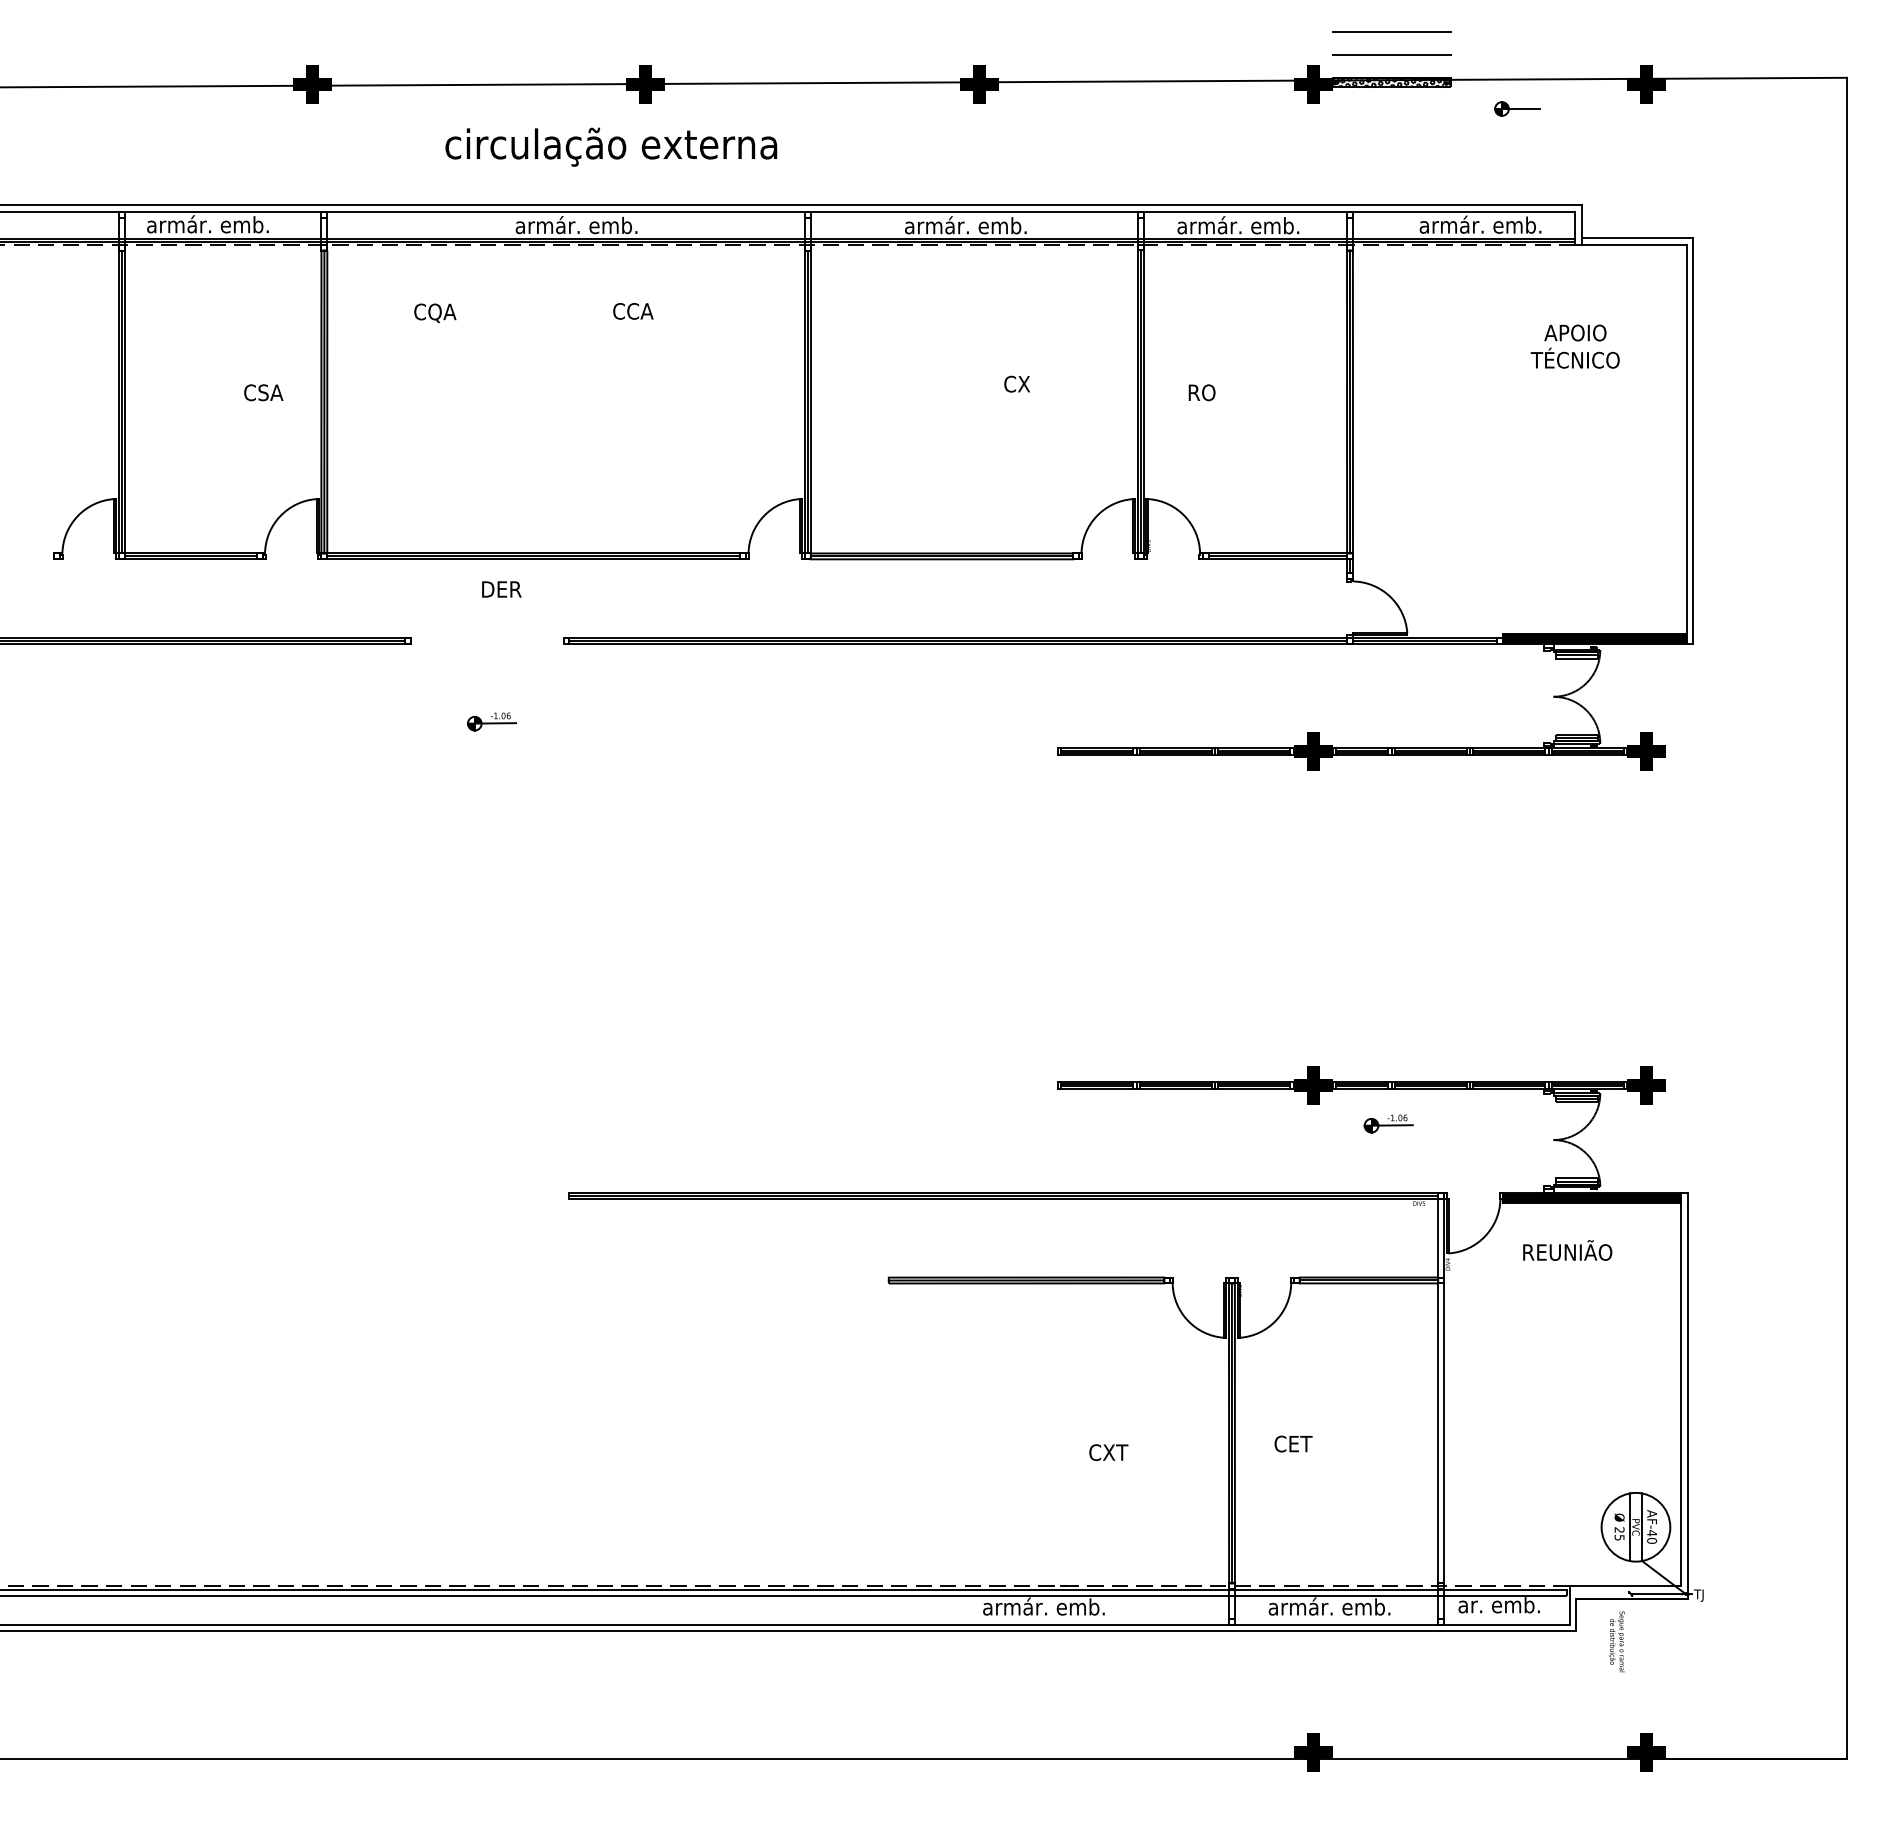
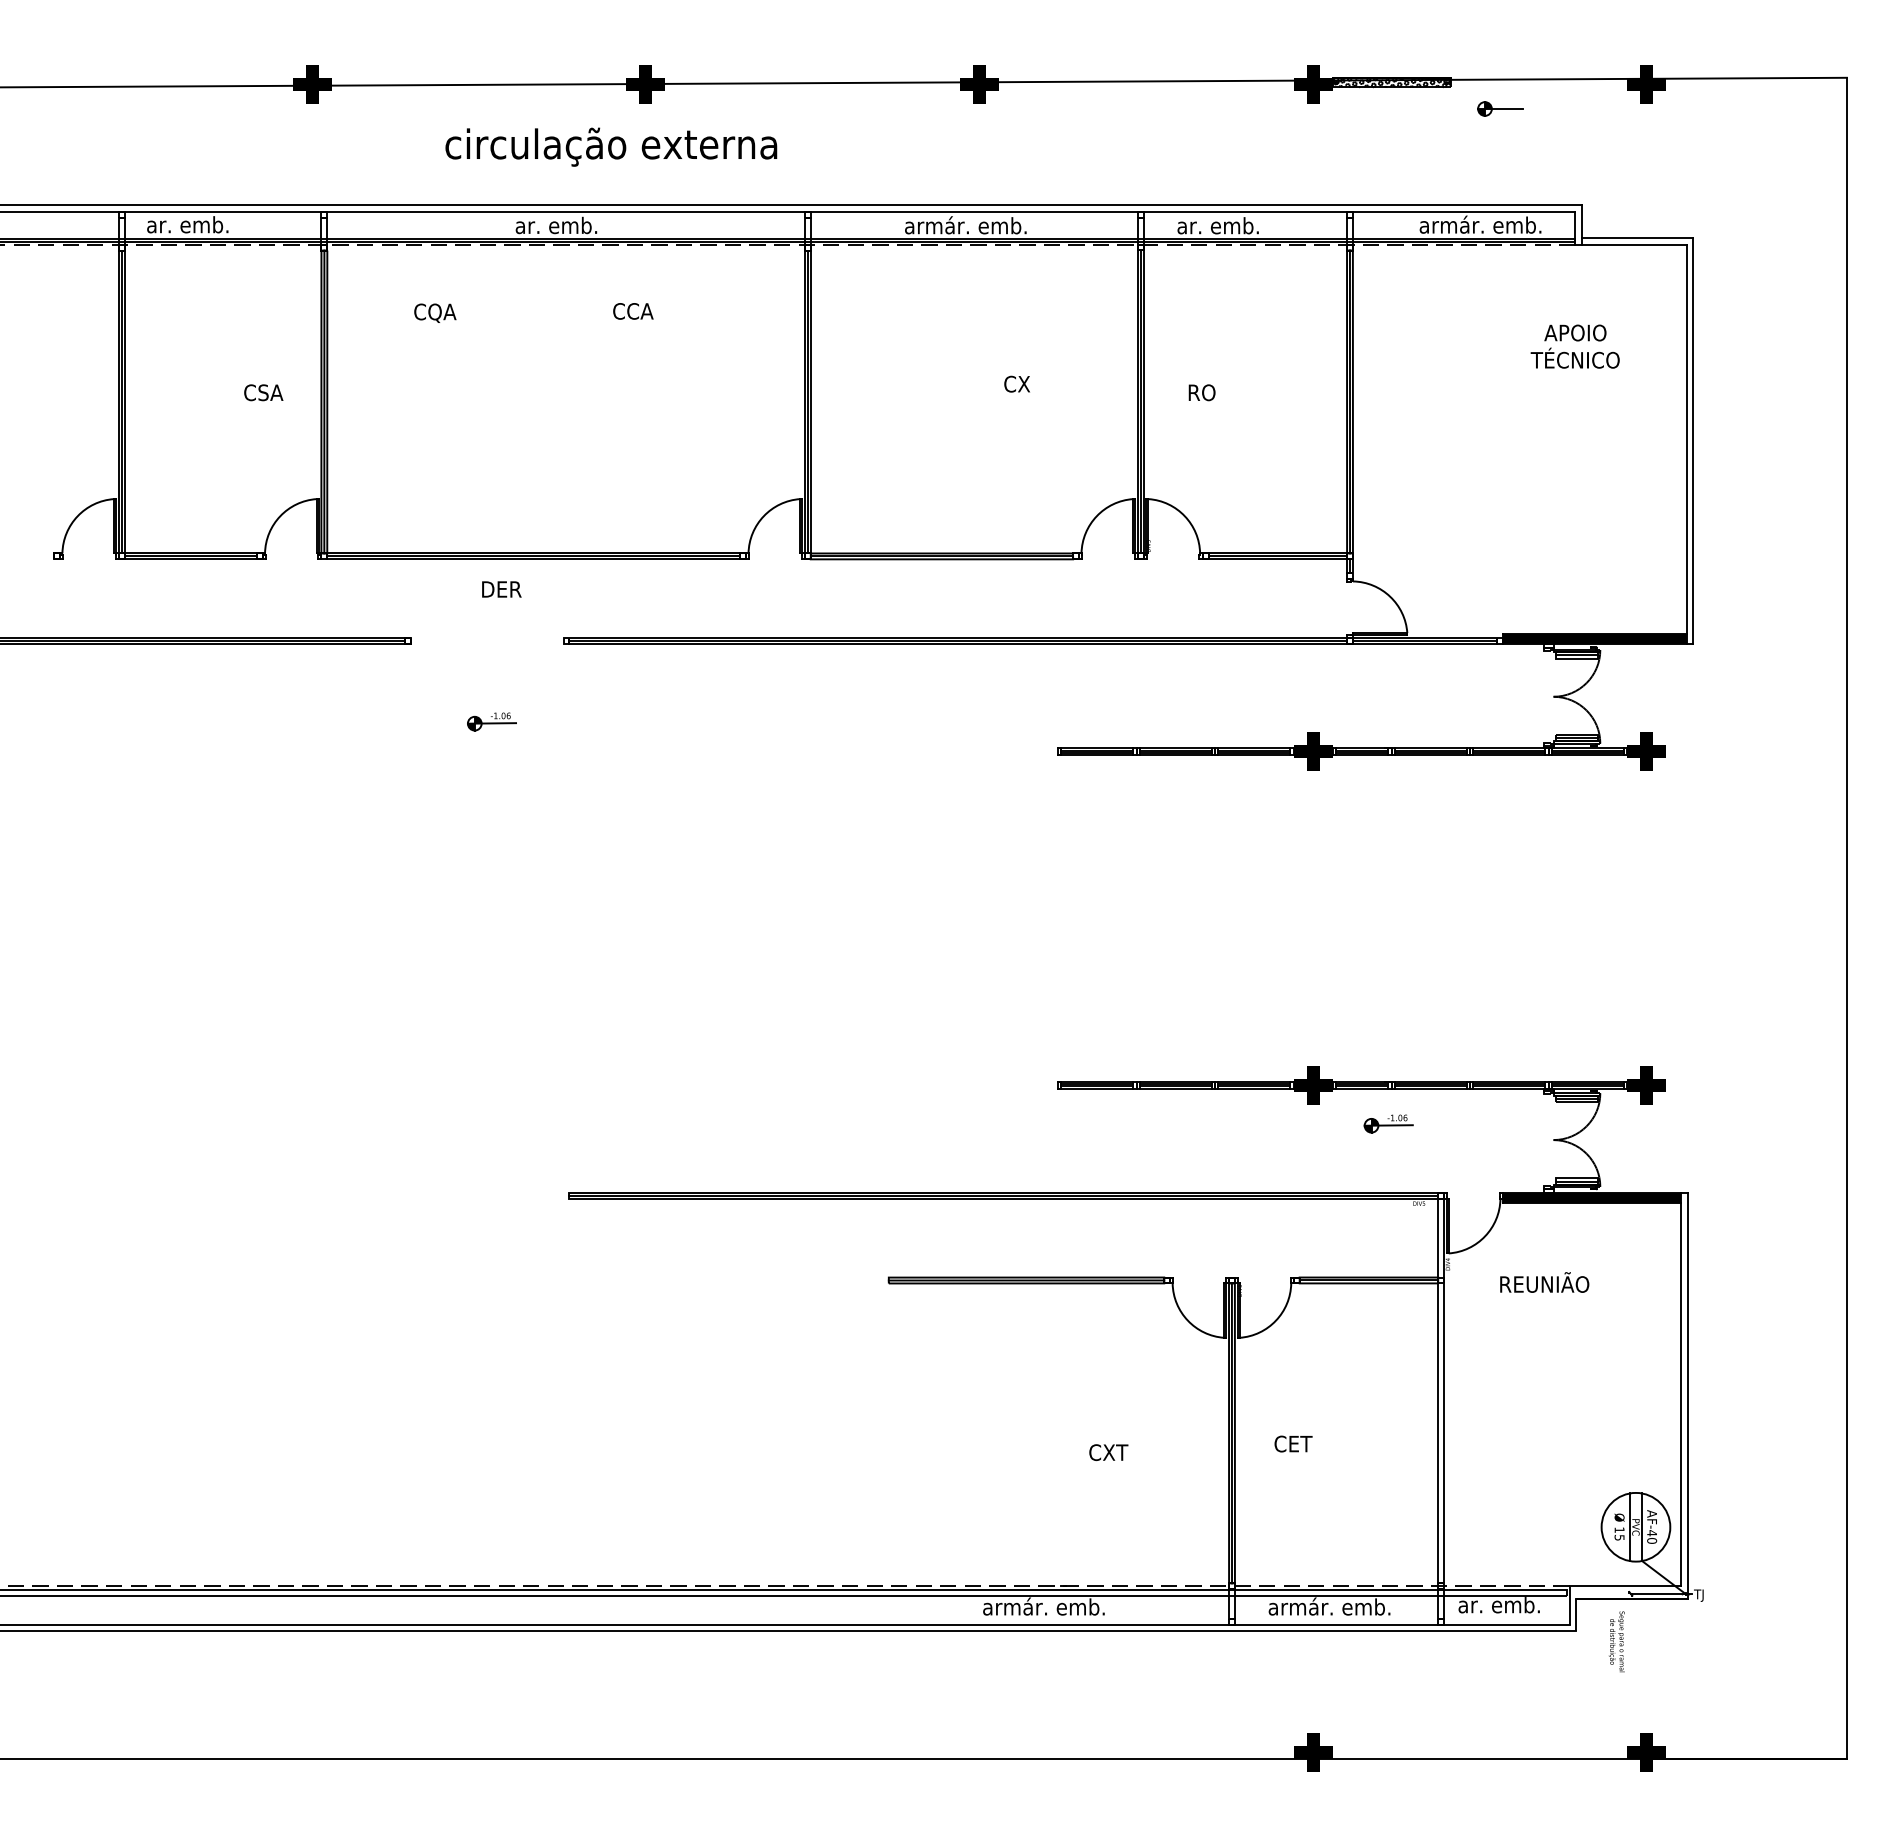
line at (1391, 31): present -> none
line at (1391, 54): present -> none
part at (1517, 108) position: (1517, 108) -> (1500, 108)
text at (218, 224): armár. emb. -> ar. emb.
text at (587, 225): armár. emb. -> ar. emb.
text at (1248, 225): armár. emb. -> ar. emb.
text at (1567, 1250) position: (1567, 1250) -> (1544, 1282)
text at (1619, 1529): 25 -> 15
